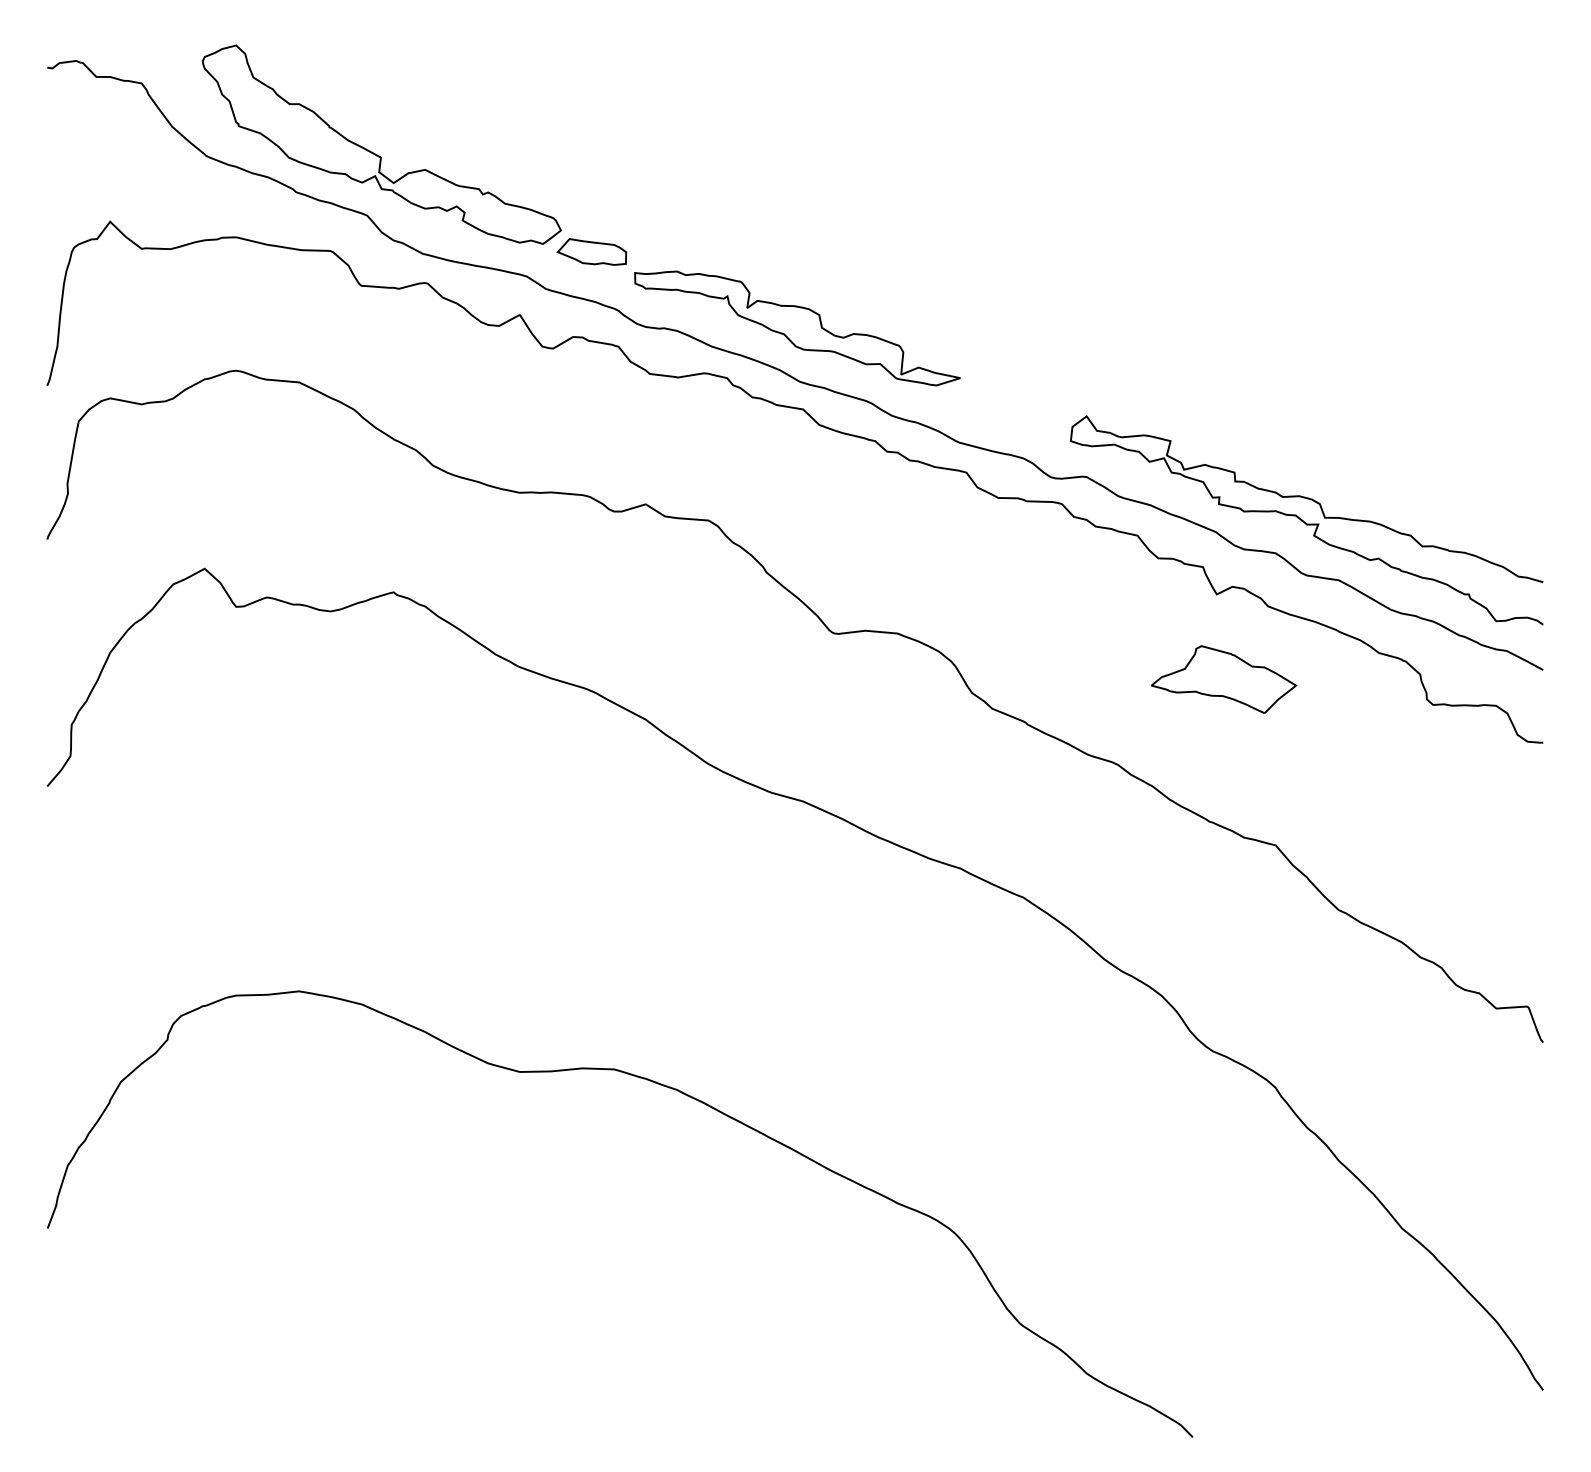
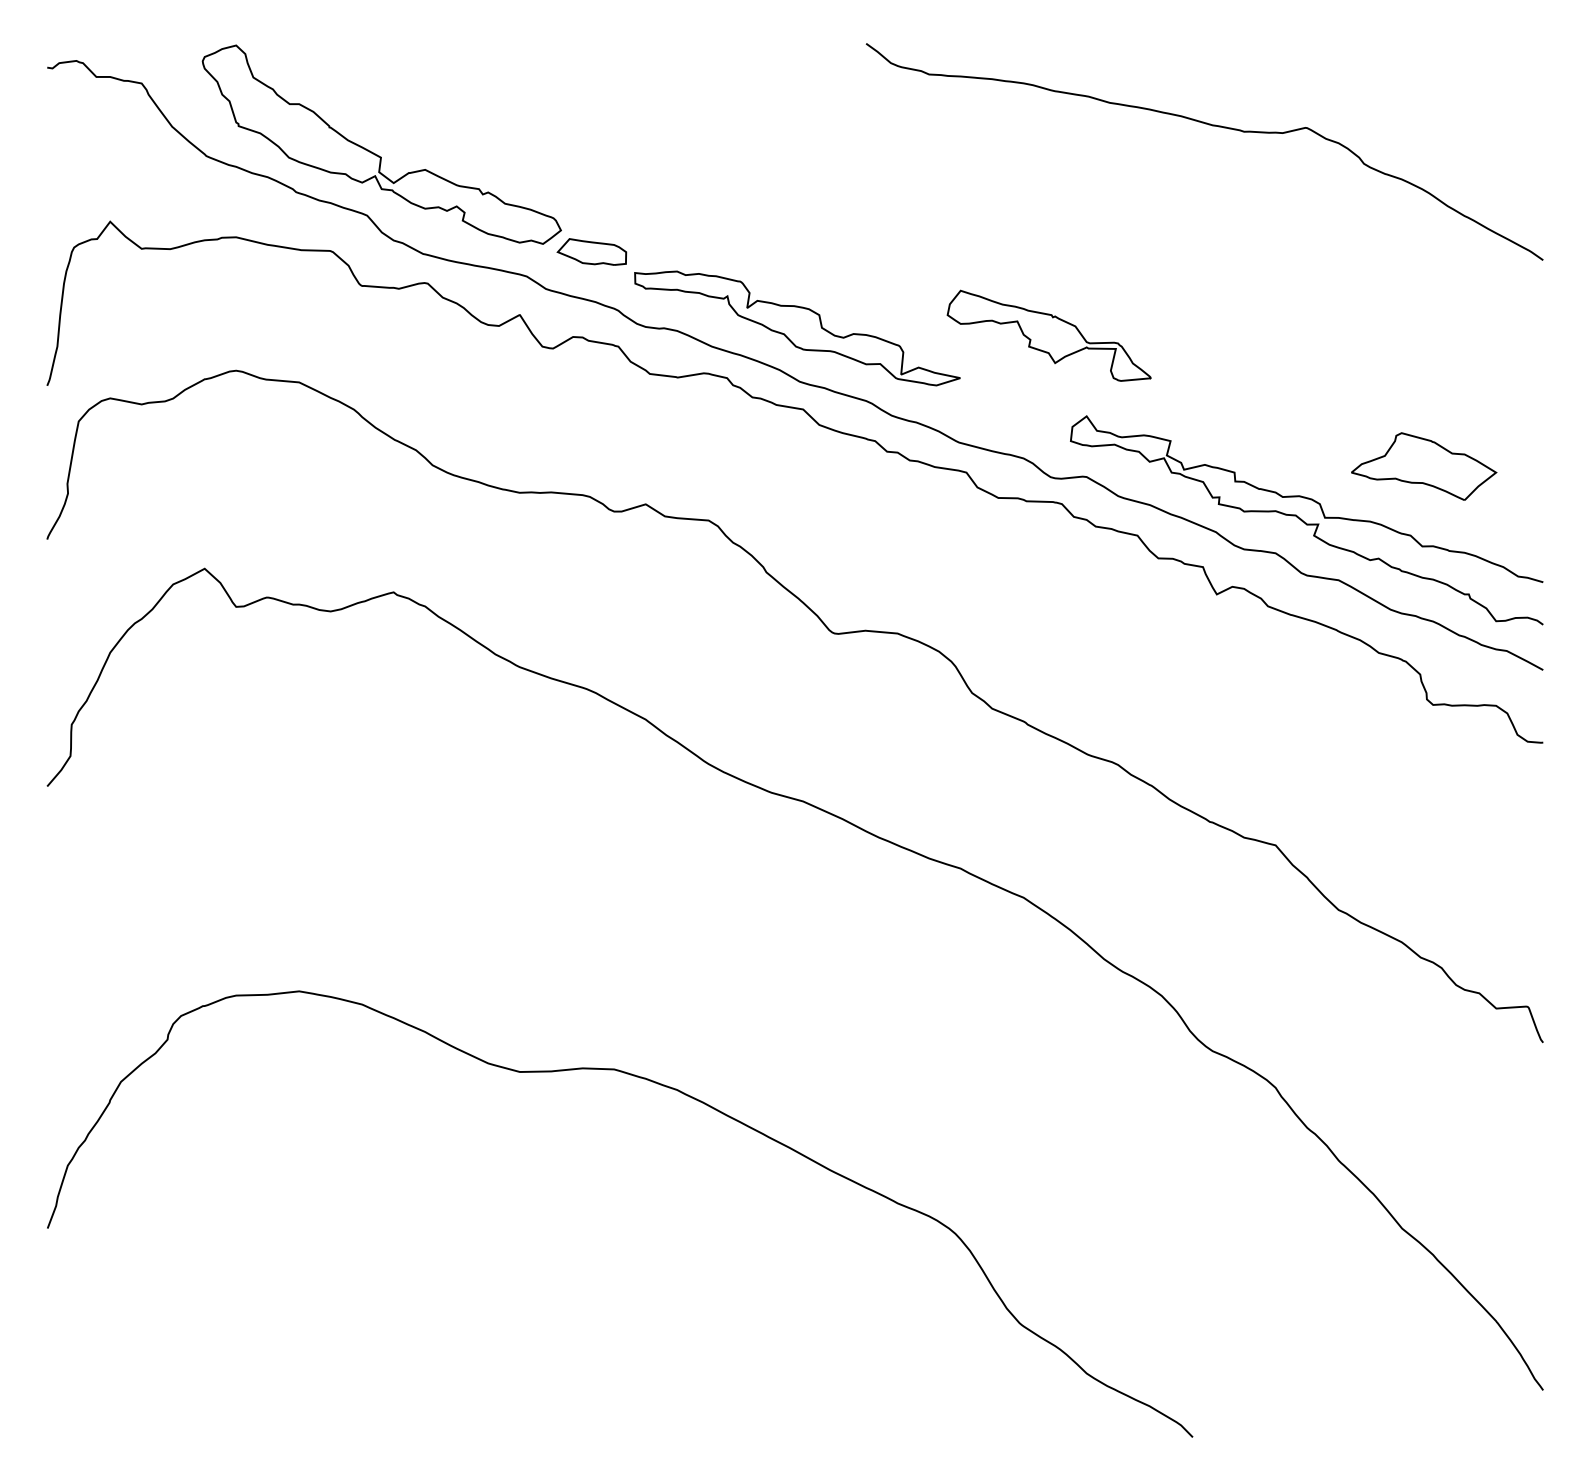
curve at (1212, 126): none -> present
part at (1048, 335): none -> present
part at (1224, 679) position: (1224, 679) -> (1424, 466)
